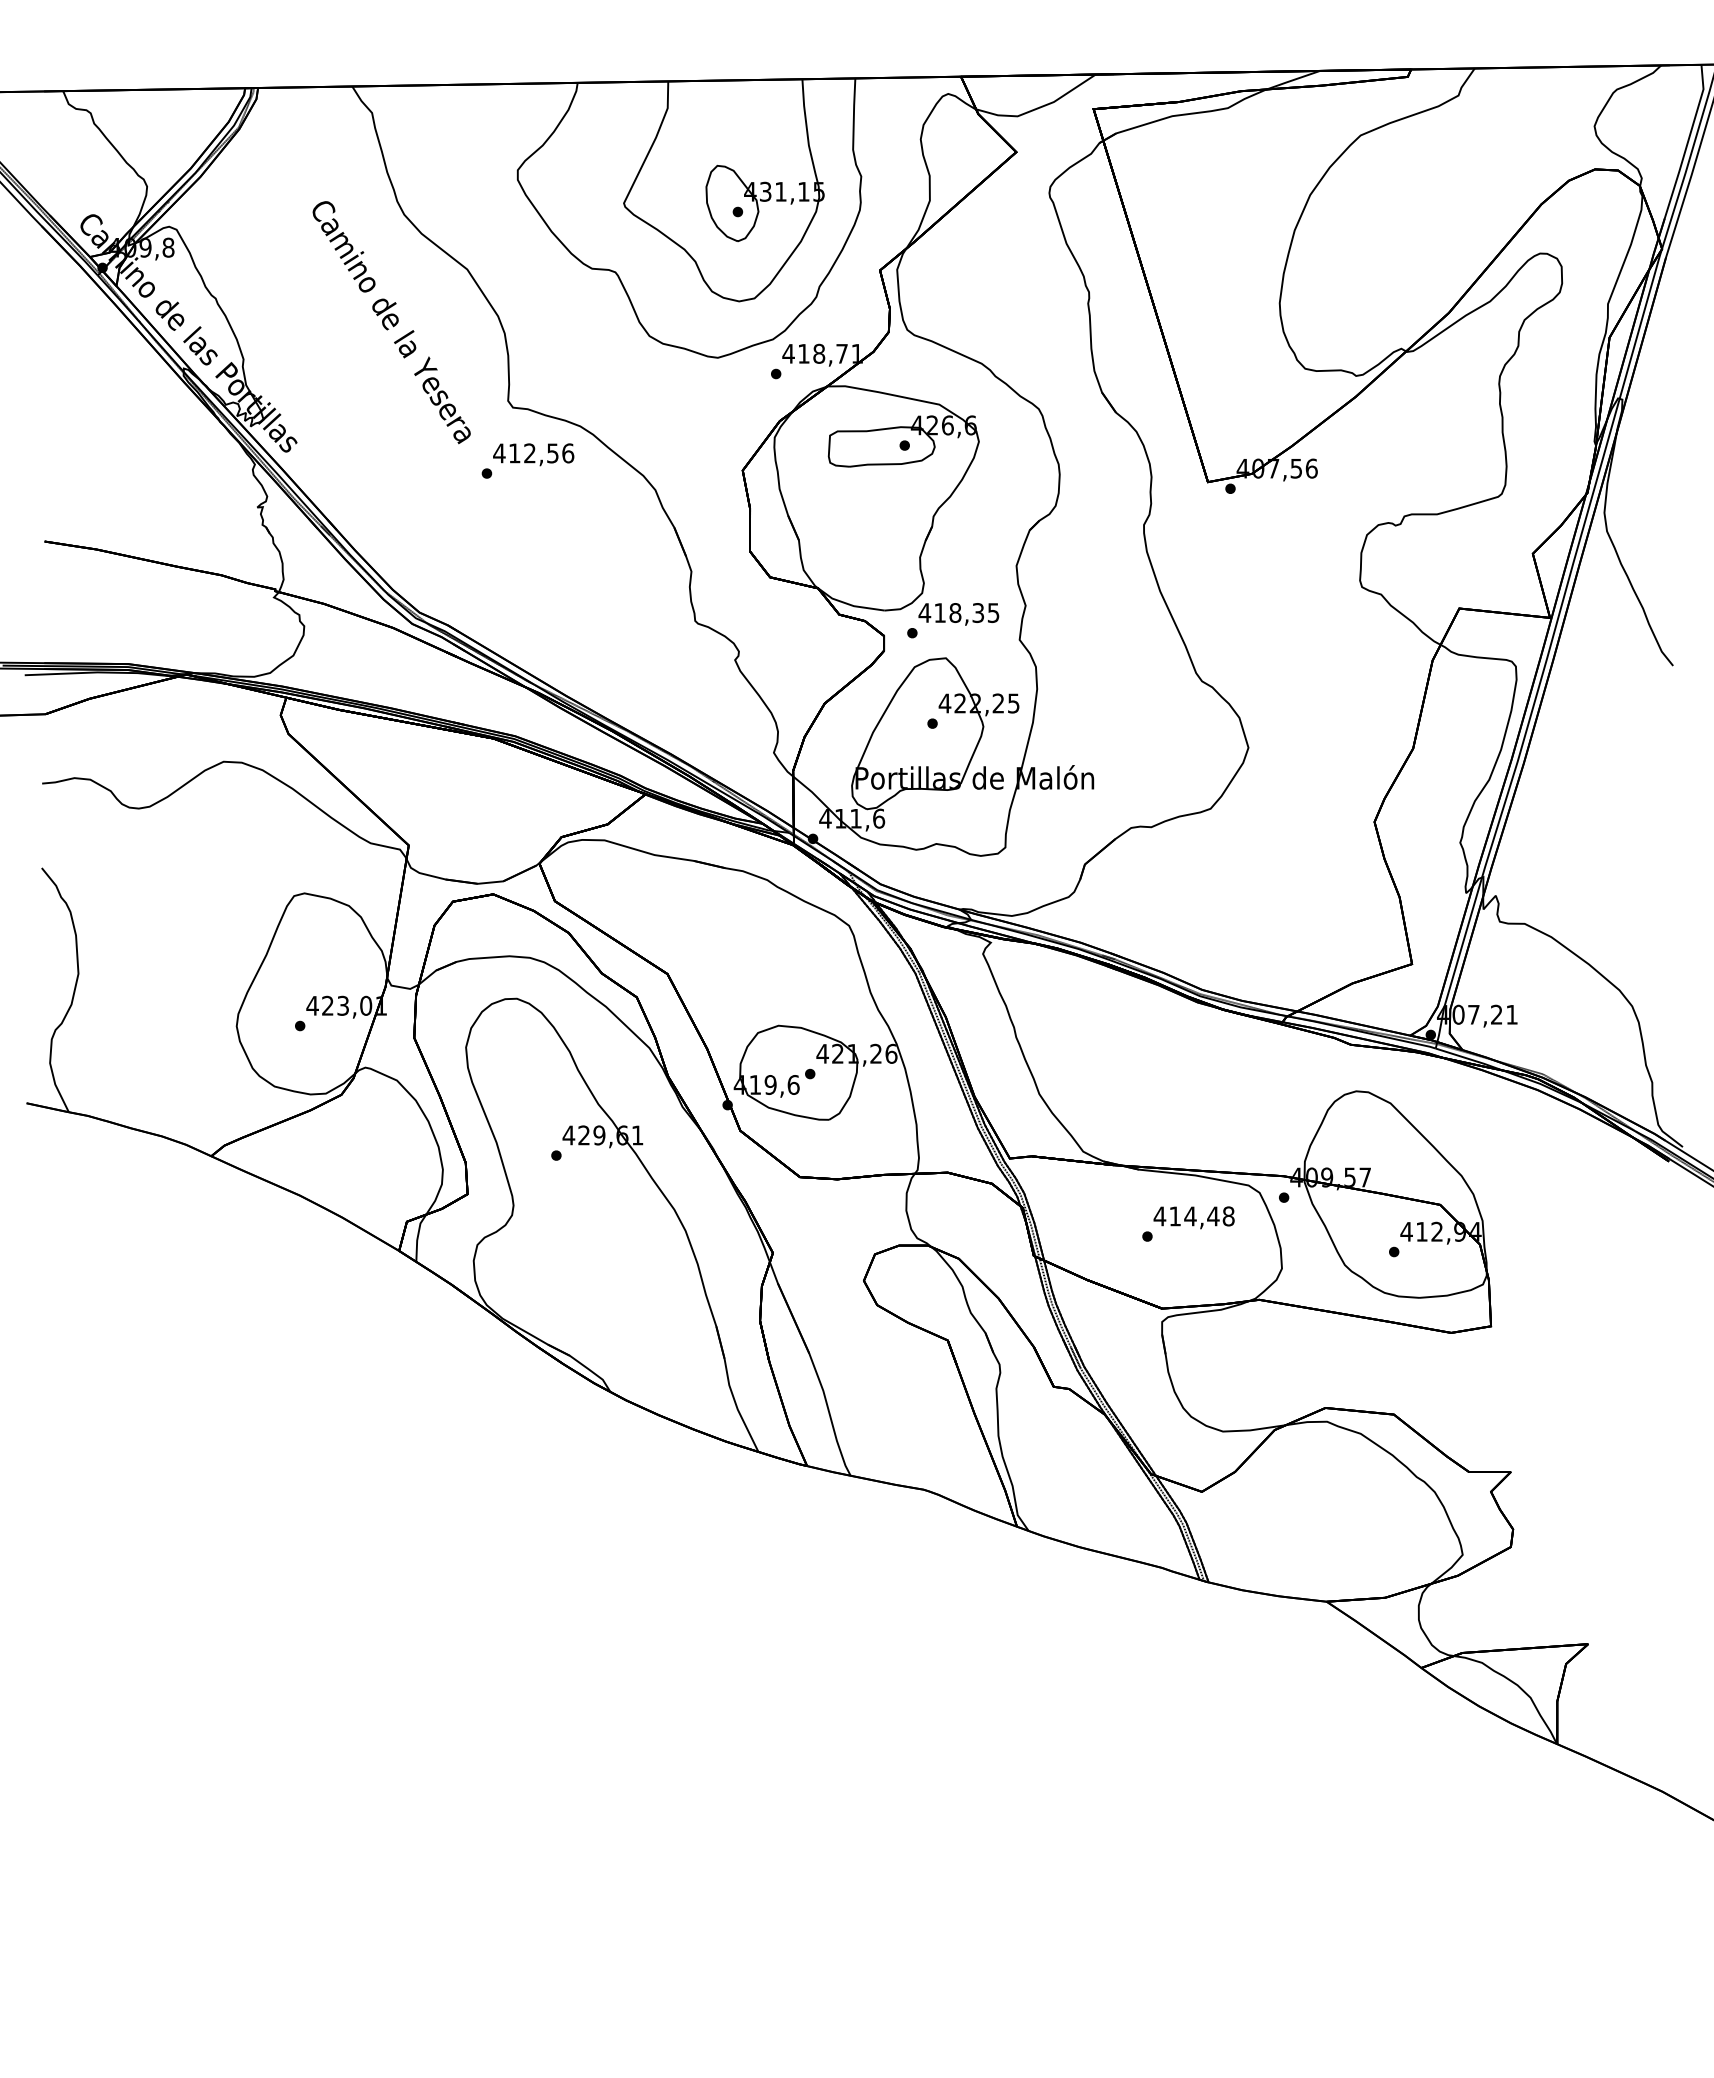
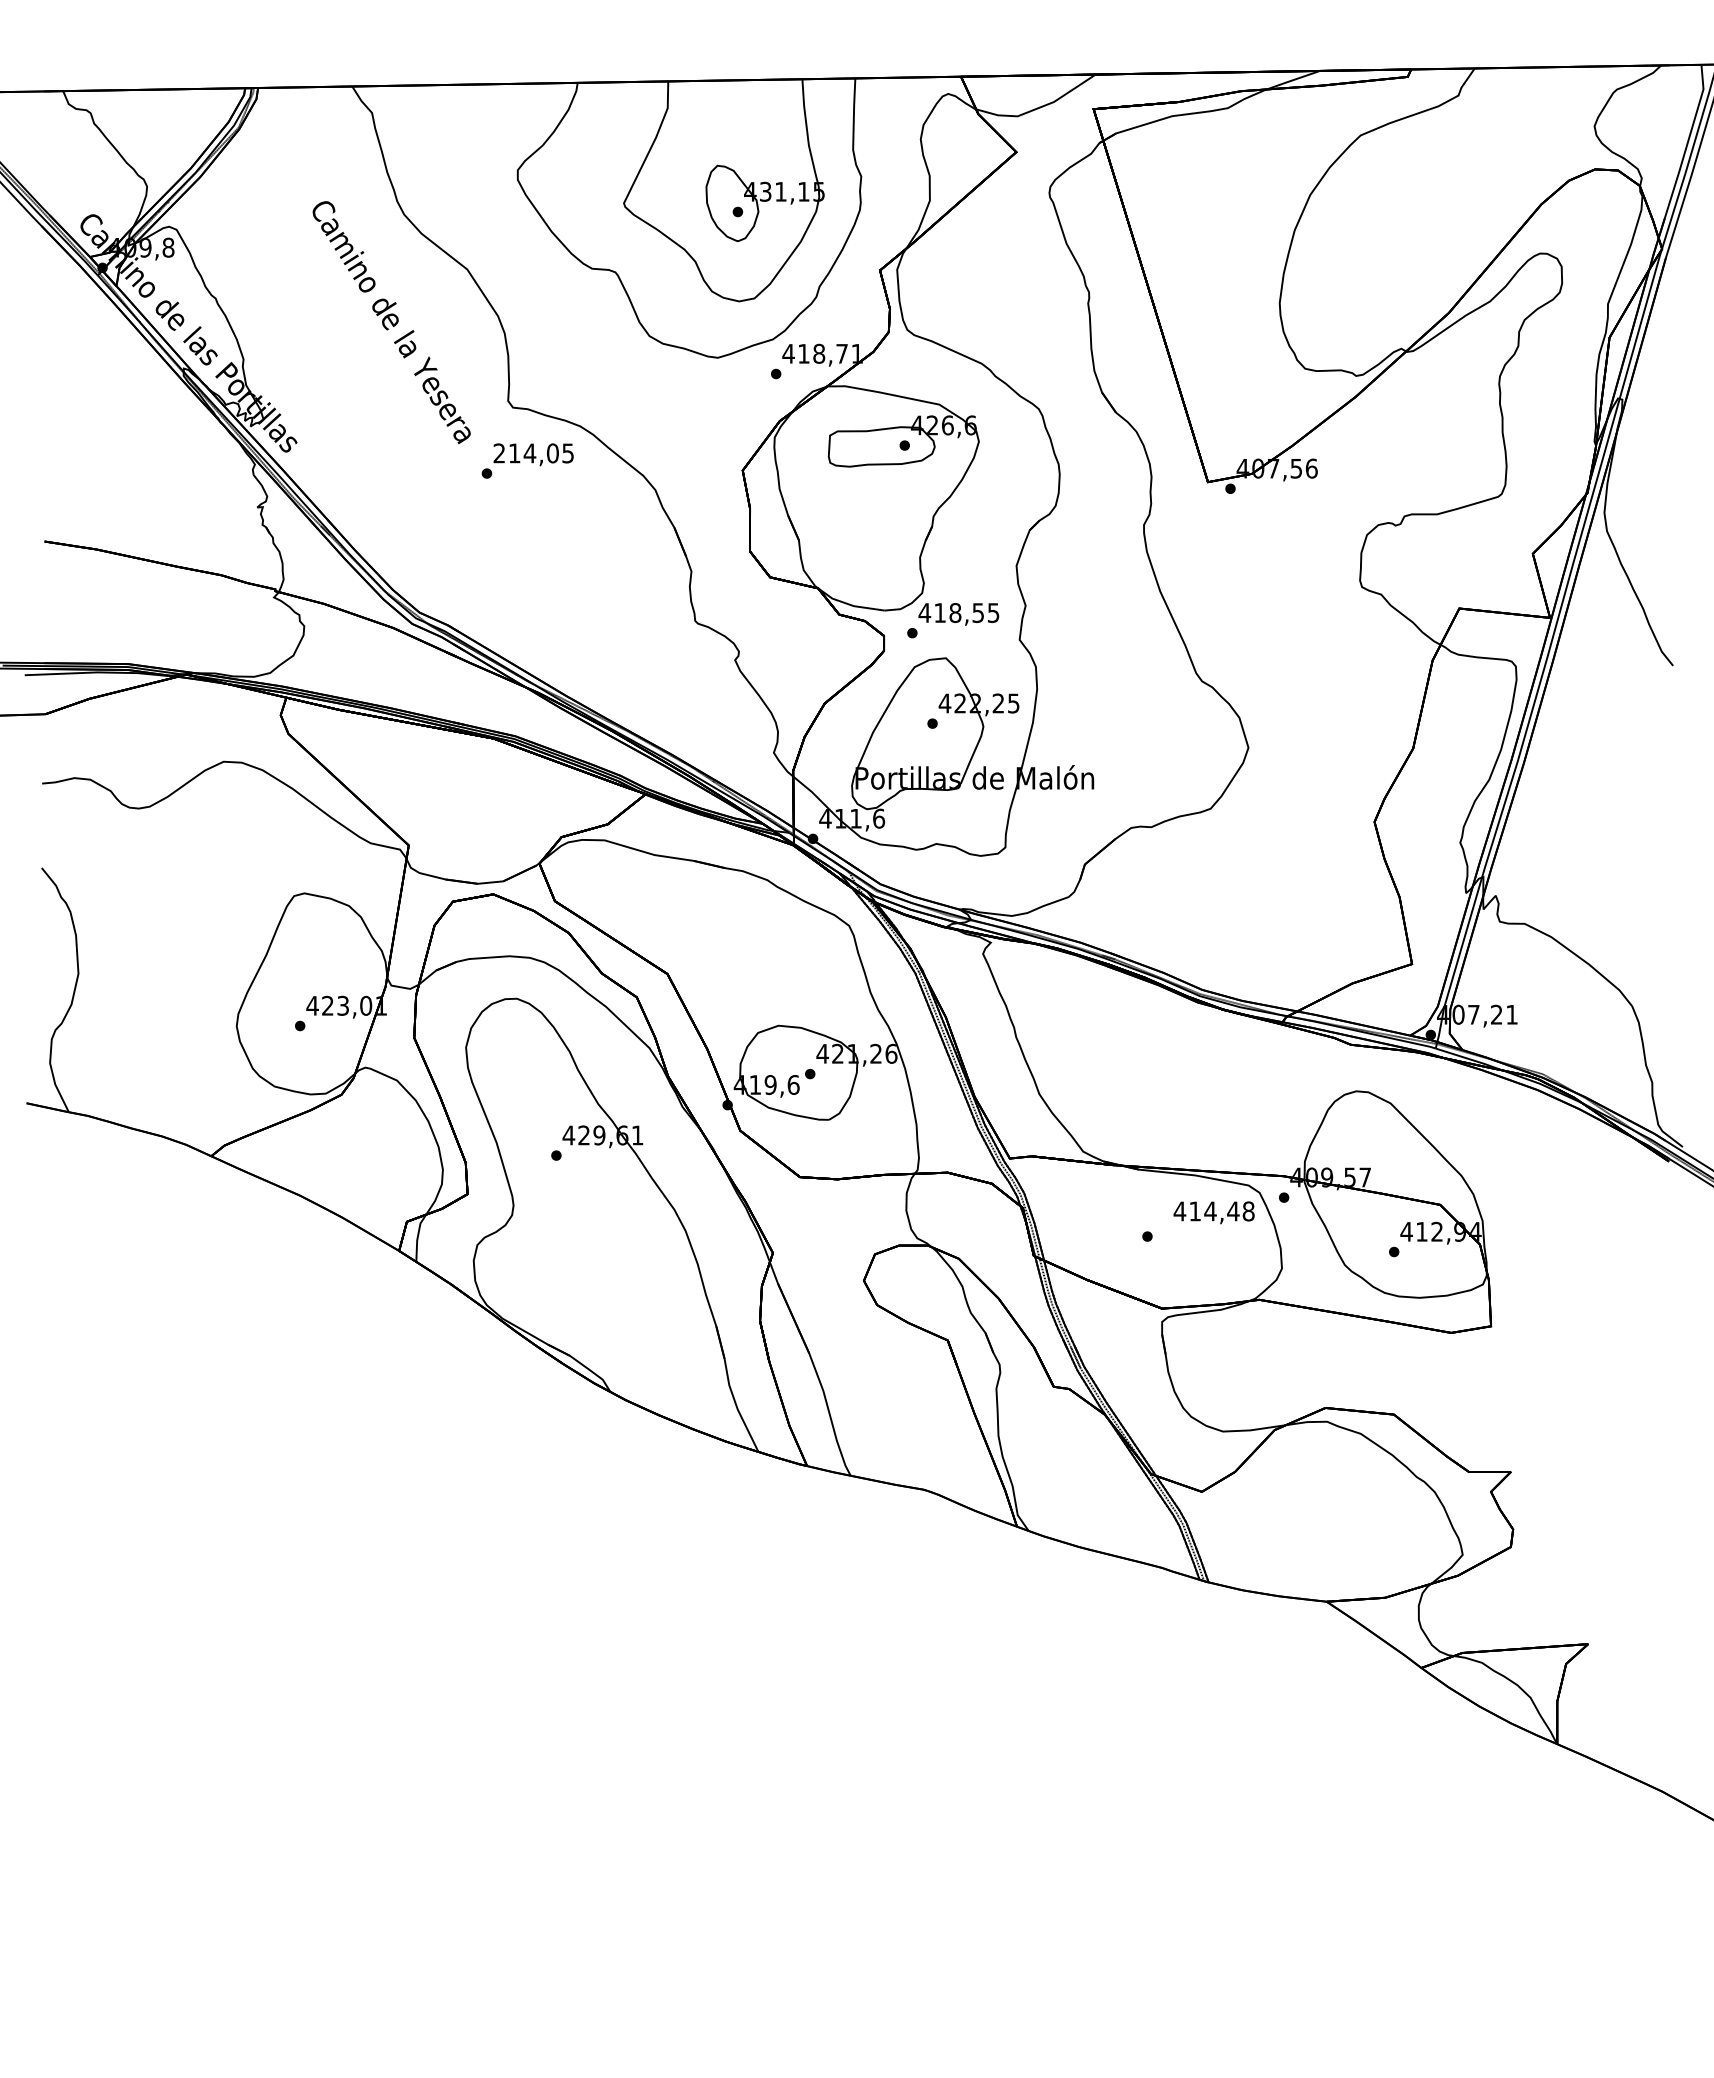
text at (533, 453): 412,56 -> 214,05
text at (978, 612): 418,35 -> 418,55
text at (1193, 1217) position: (1193, 1217) -> (1213, 1212)
